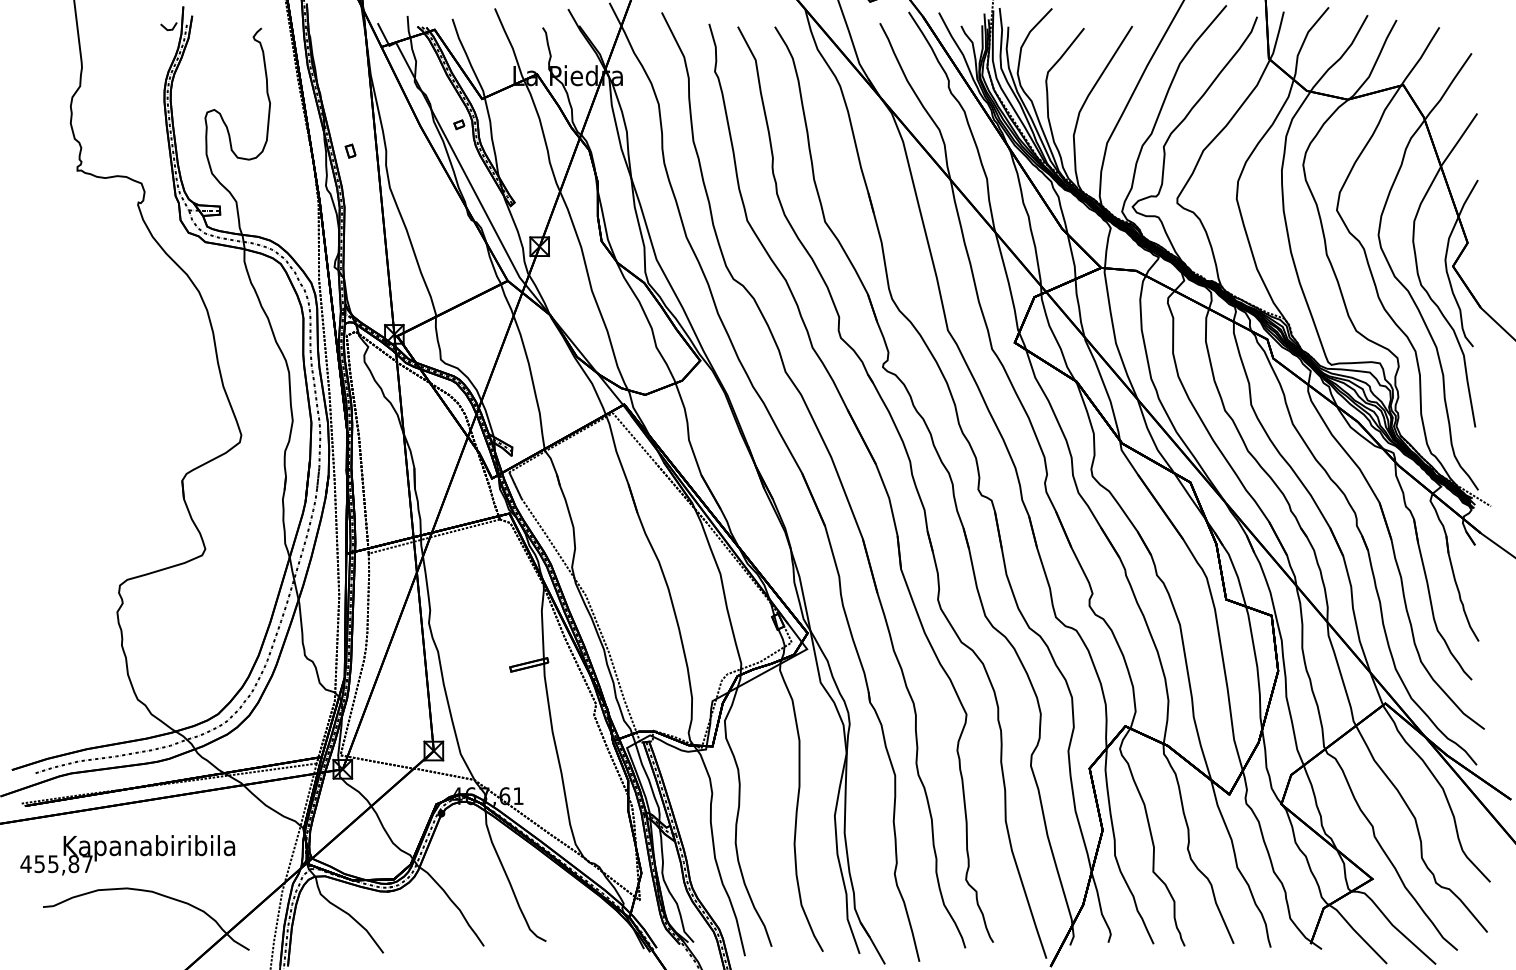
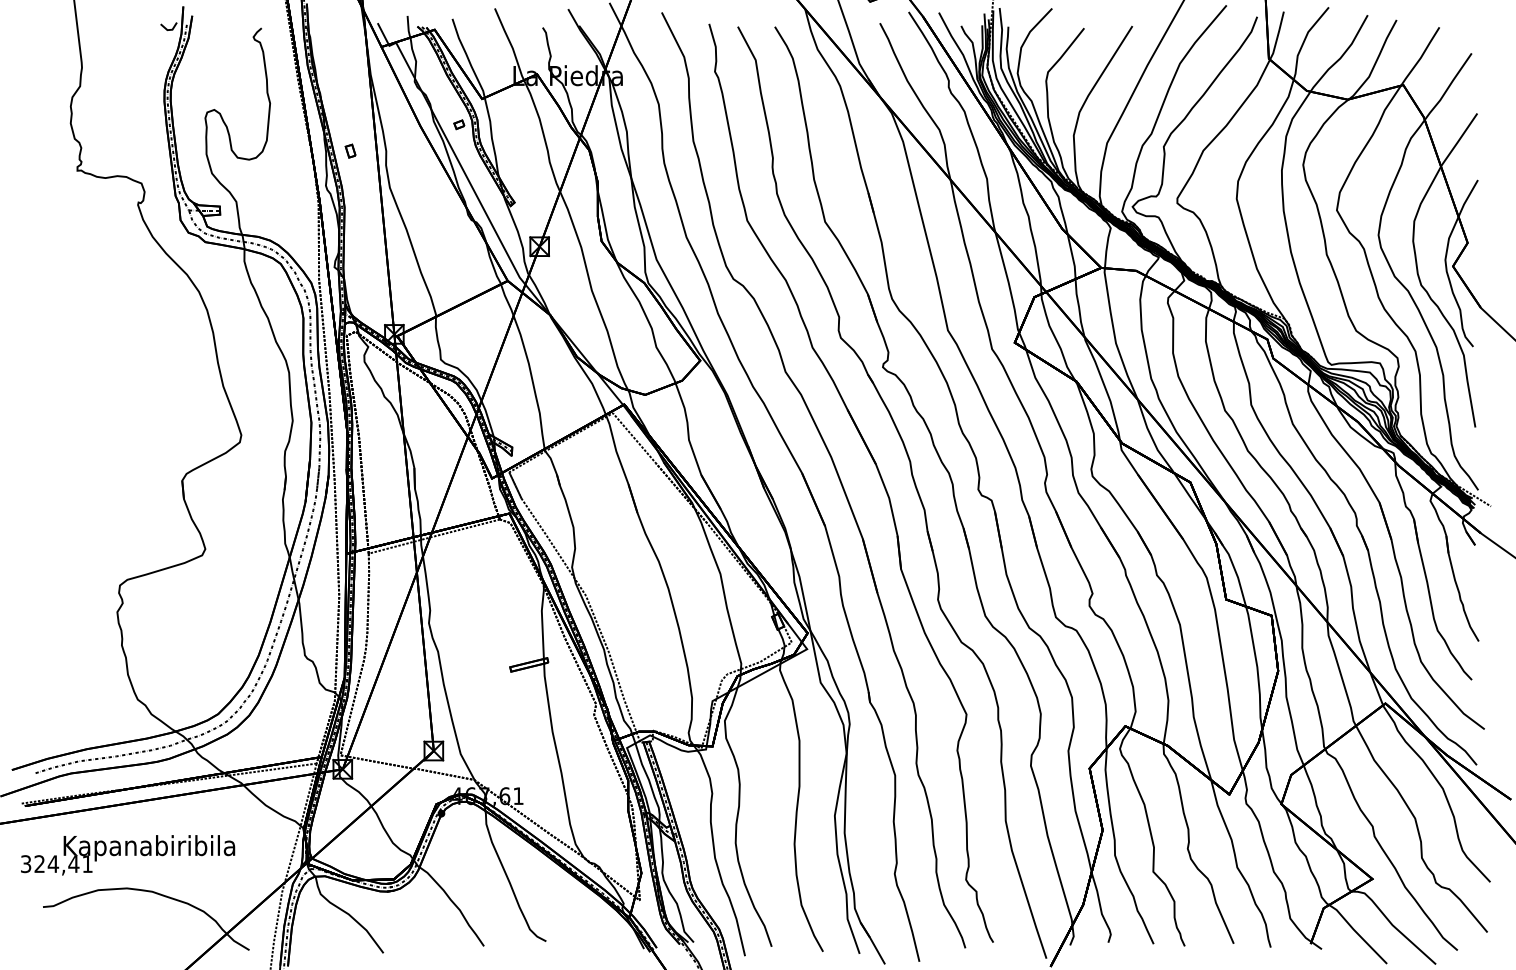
text at (56, 864): 455,87 -> 324,41
